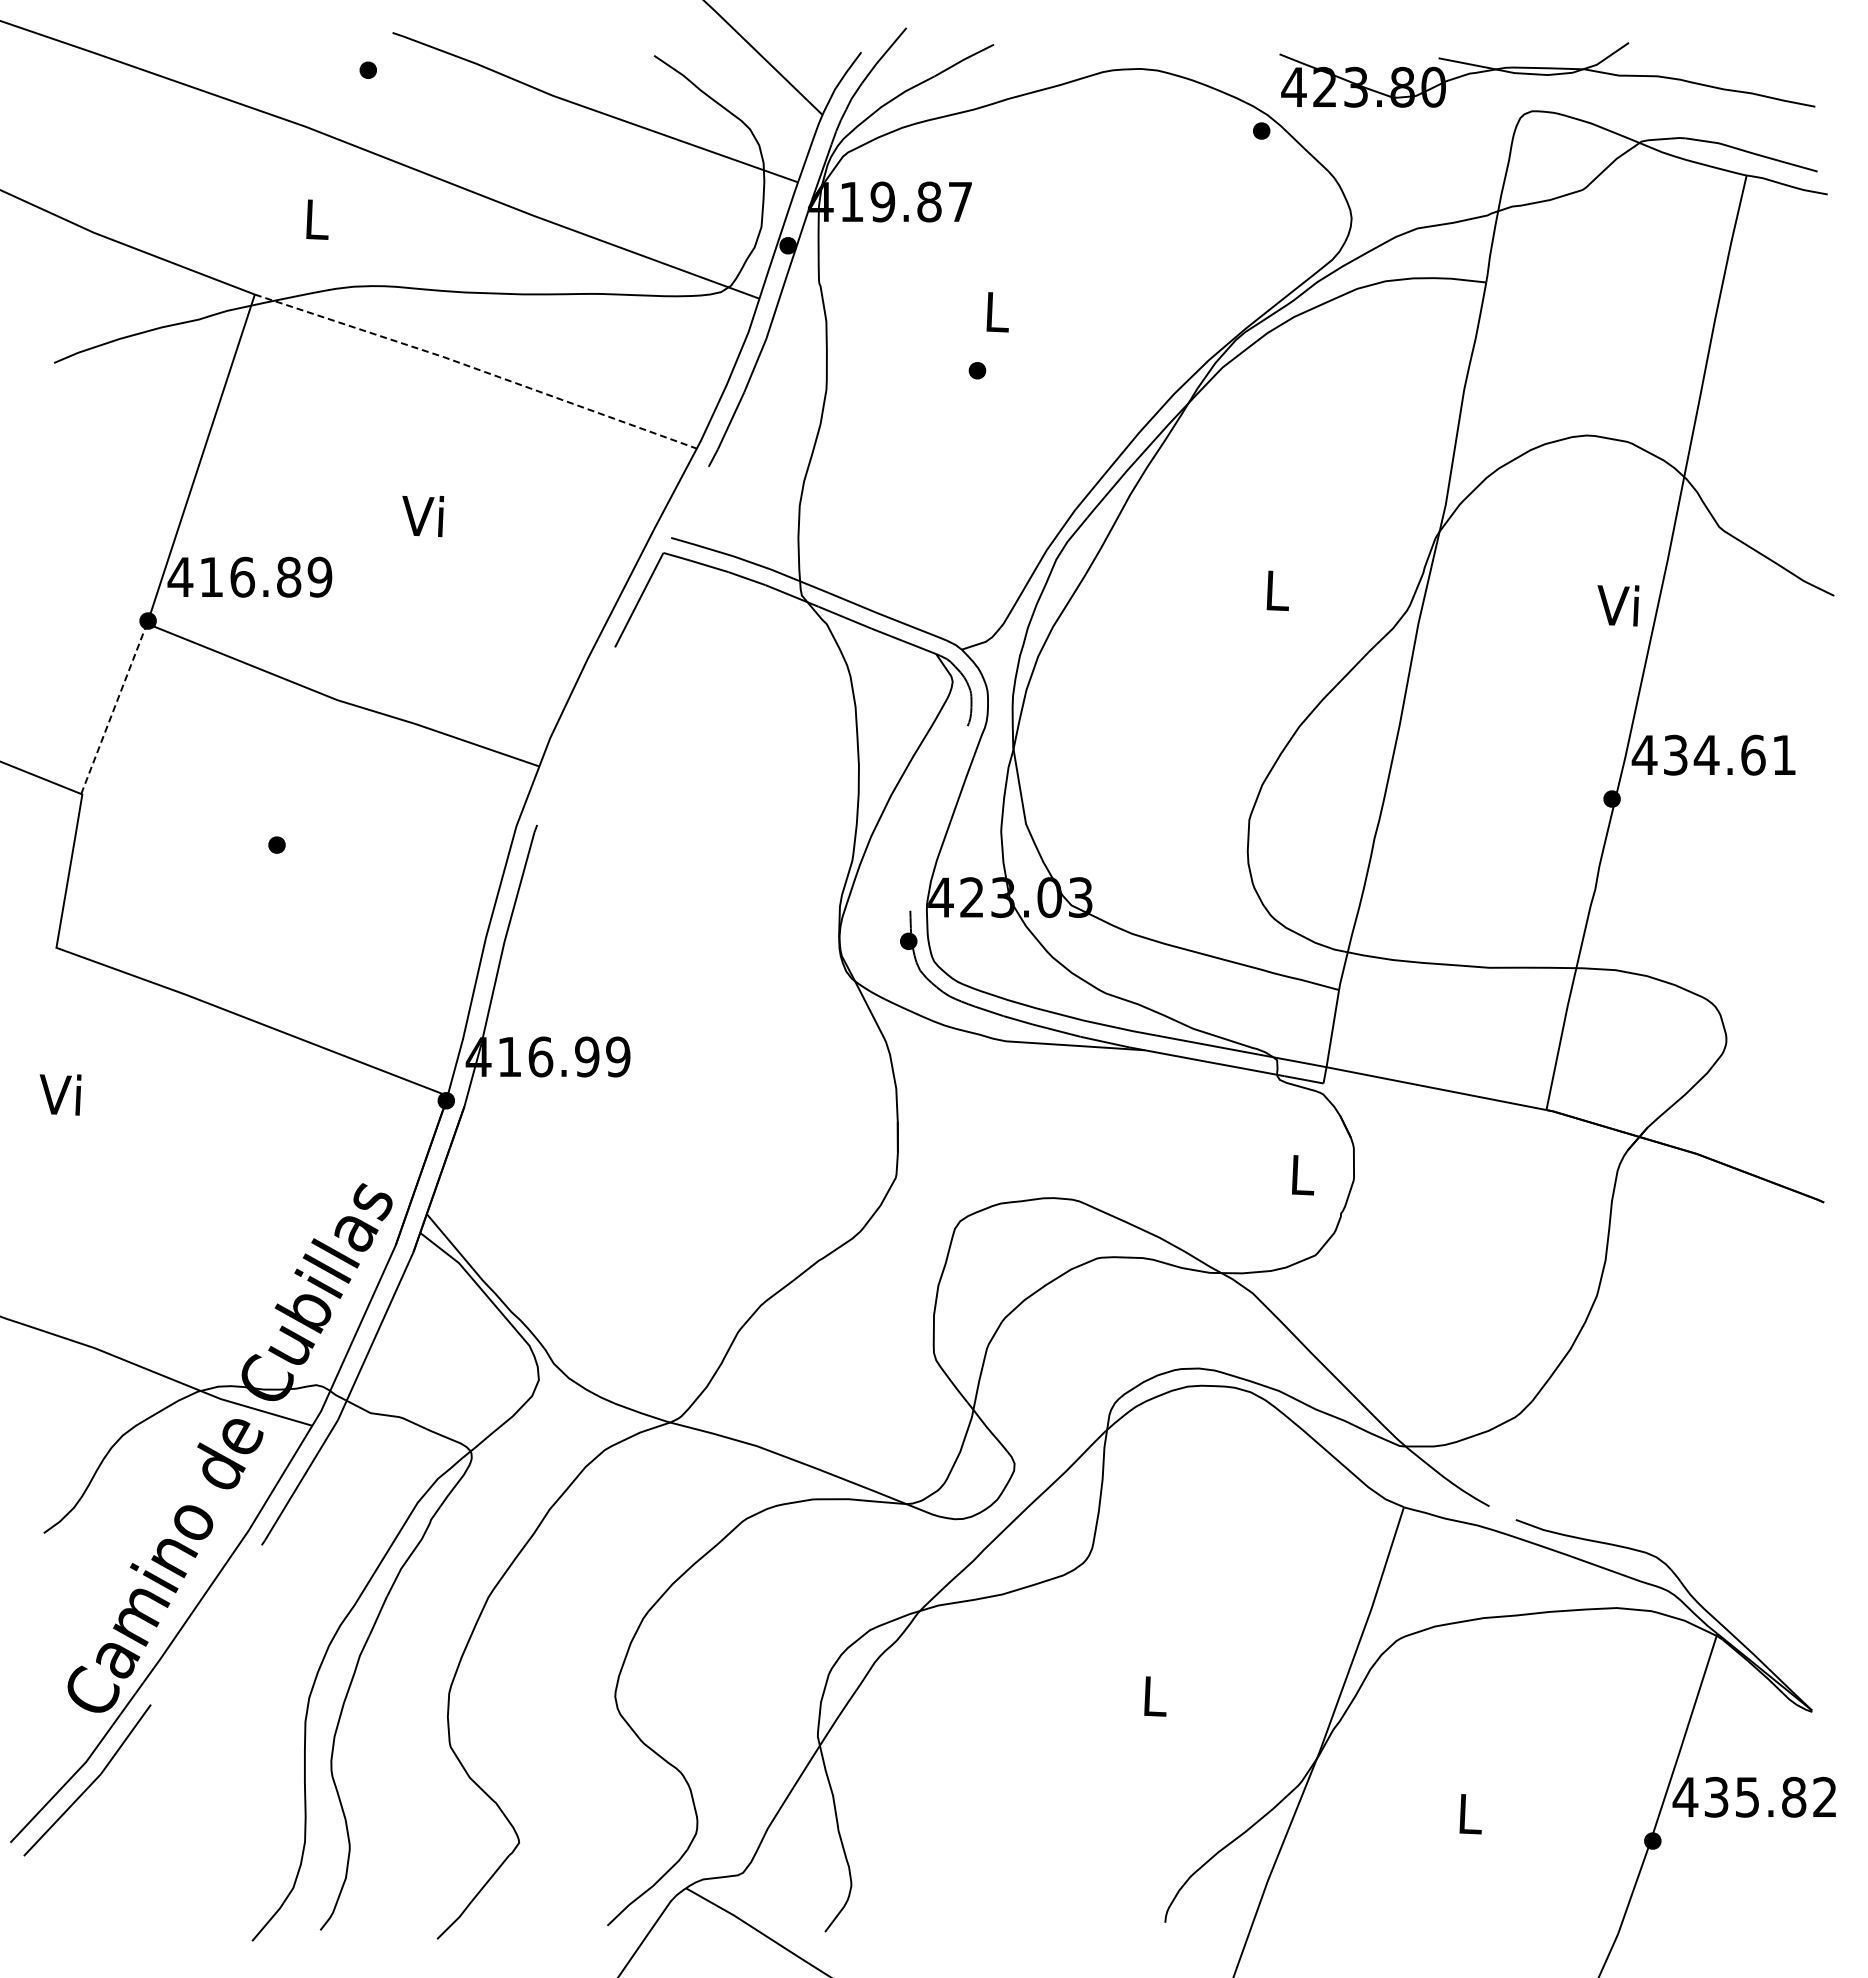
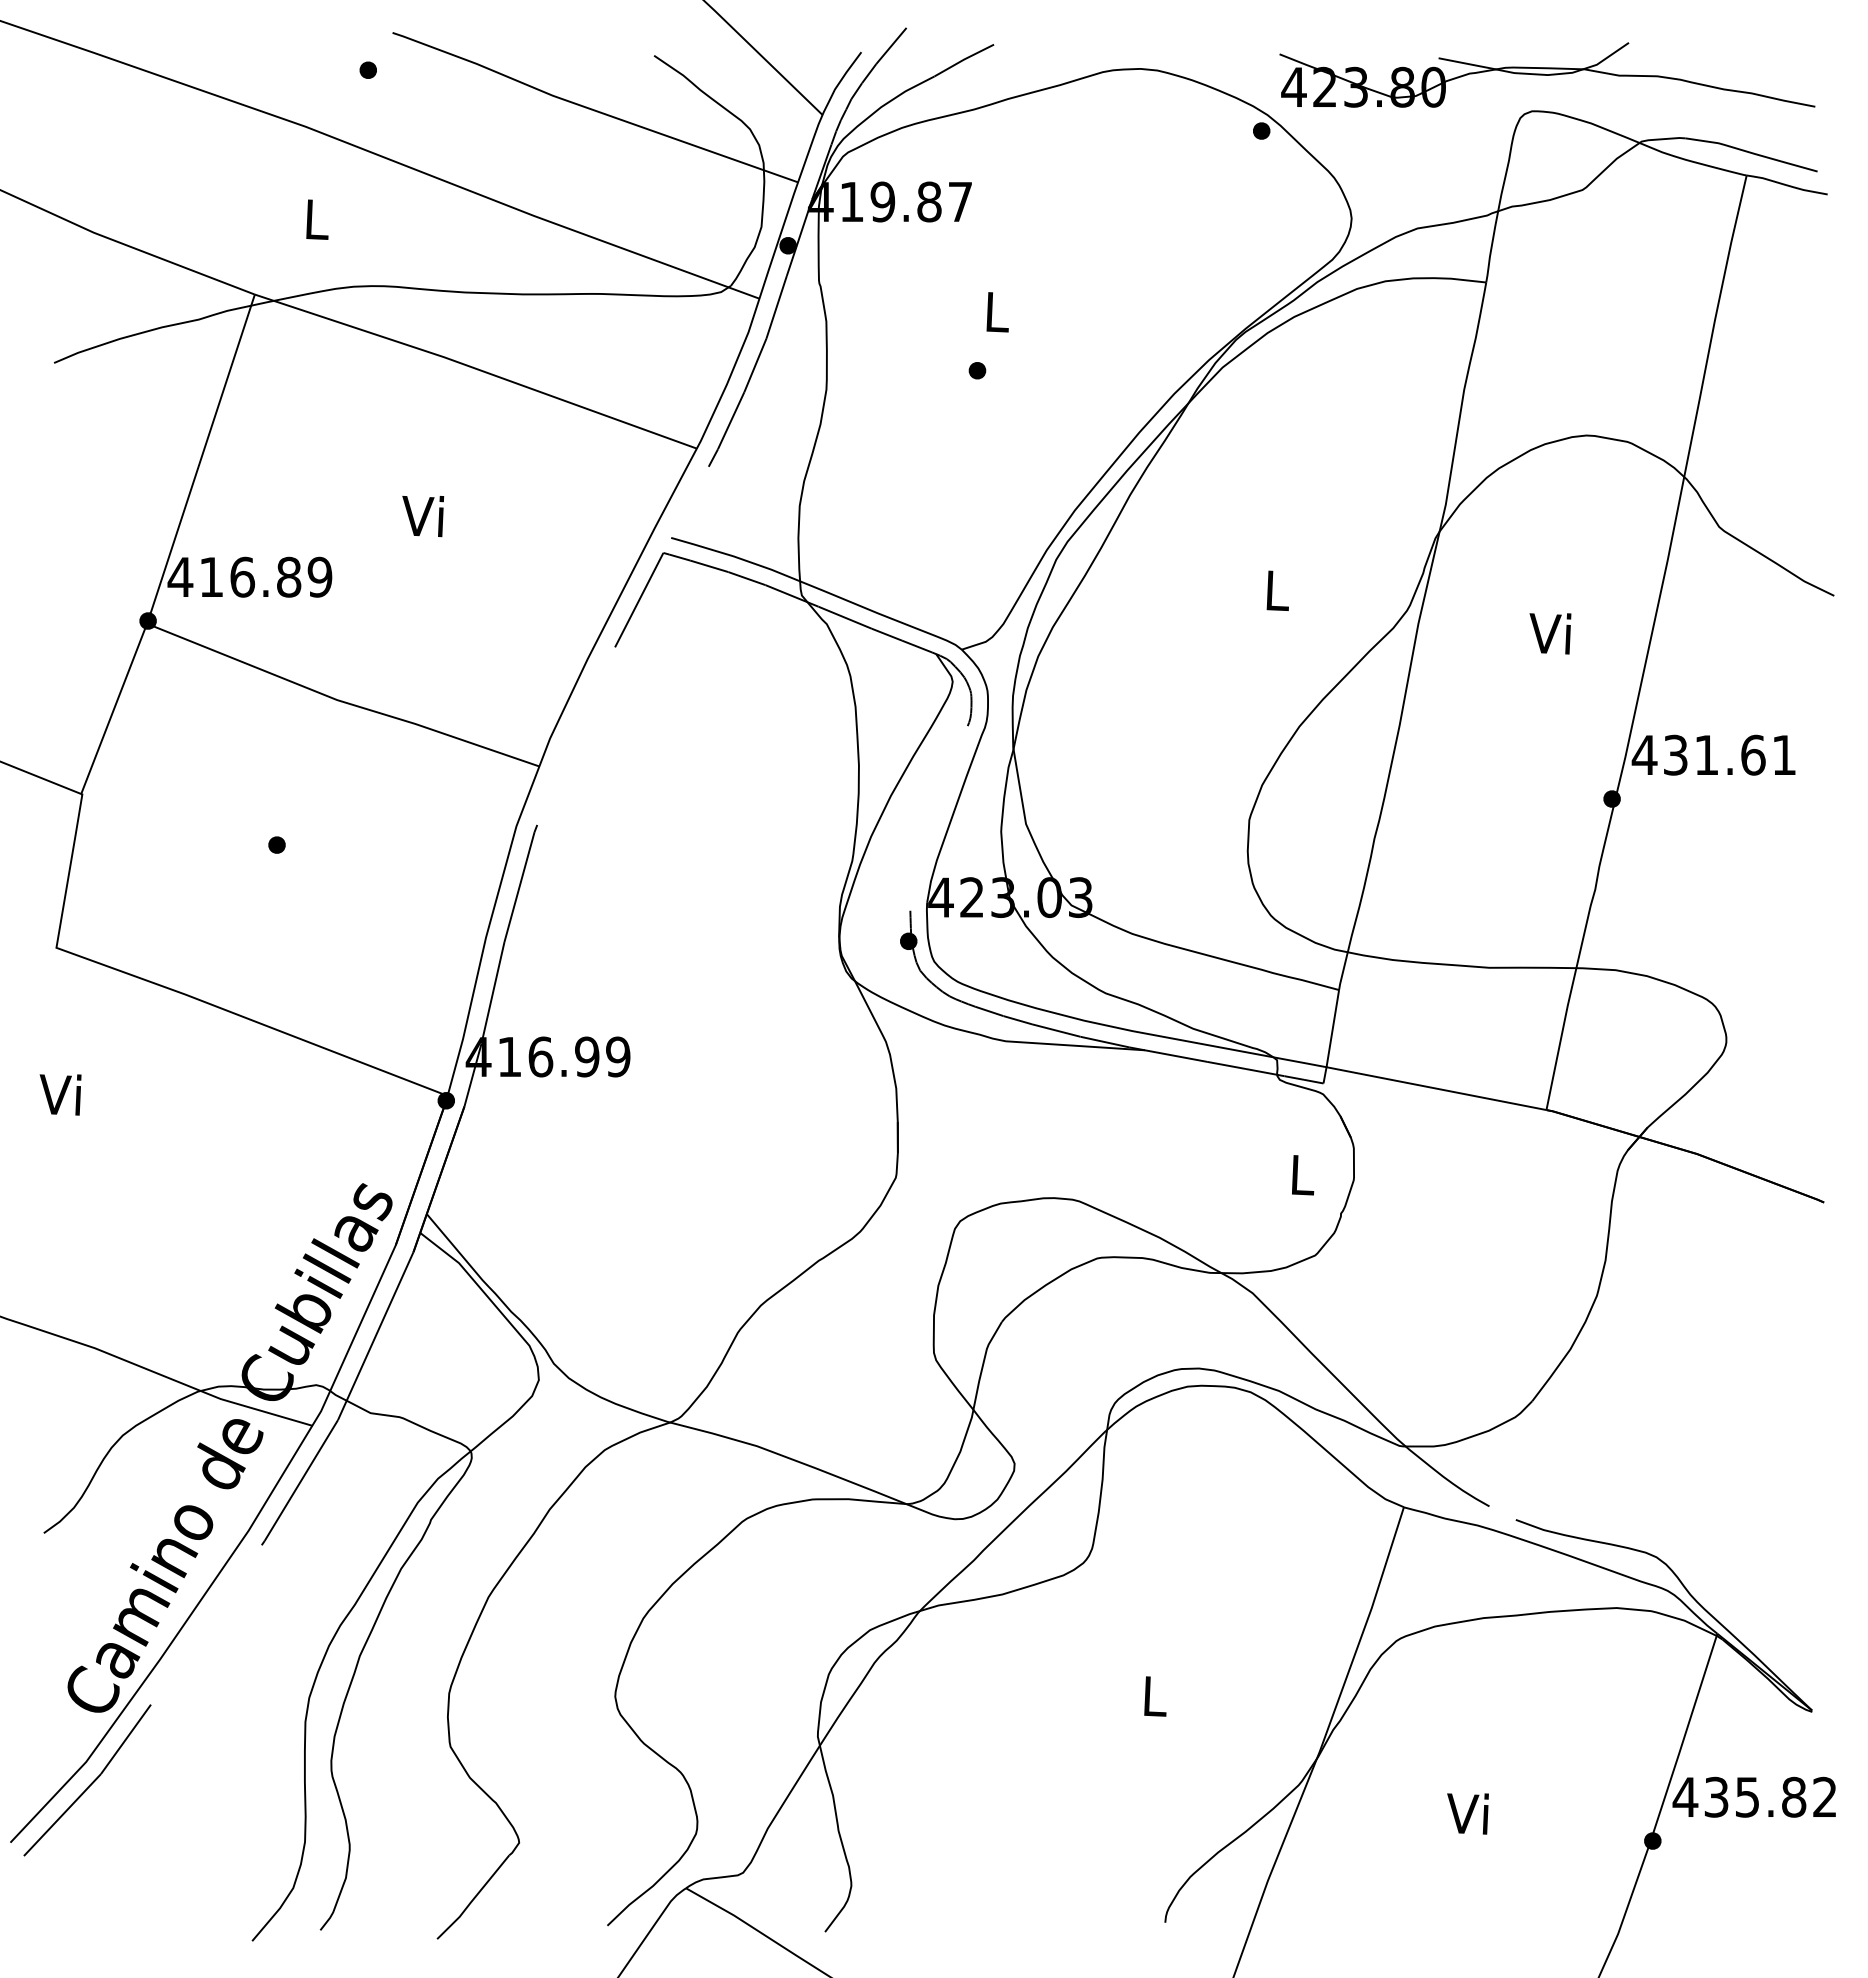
line at (475, 368): dashed -> solid
text at (1618, 605) position: (1618, 605) -> (1550, 633)
line at (114, 708): dashed -> solid
text at (1706, 754): 434.61 -> 431.61
text at (1467, 1813): L -> Vi
